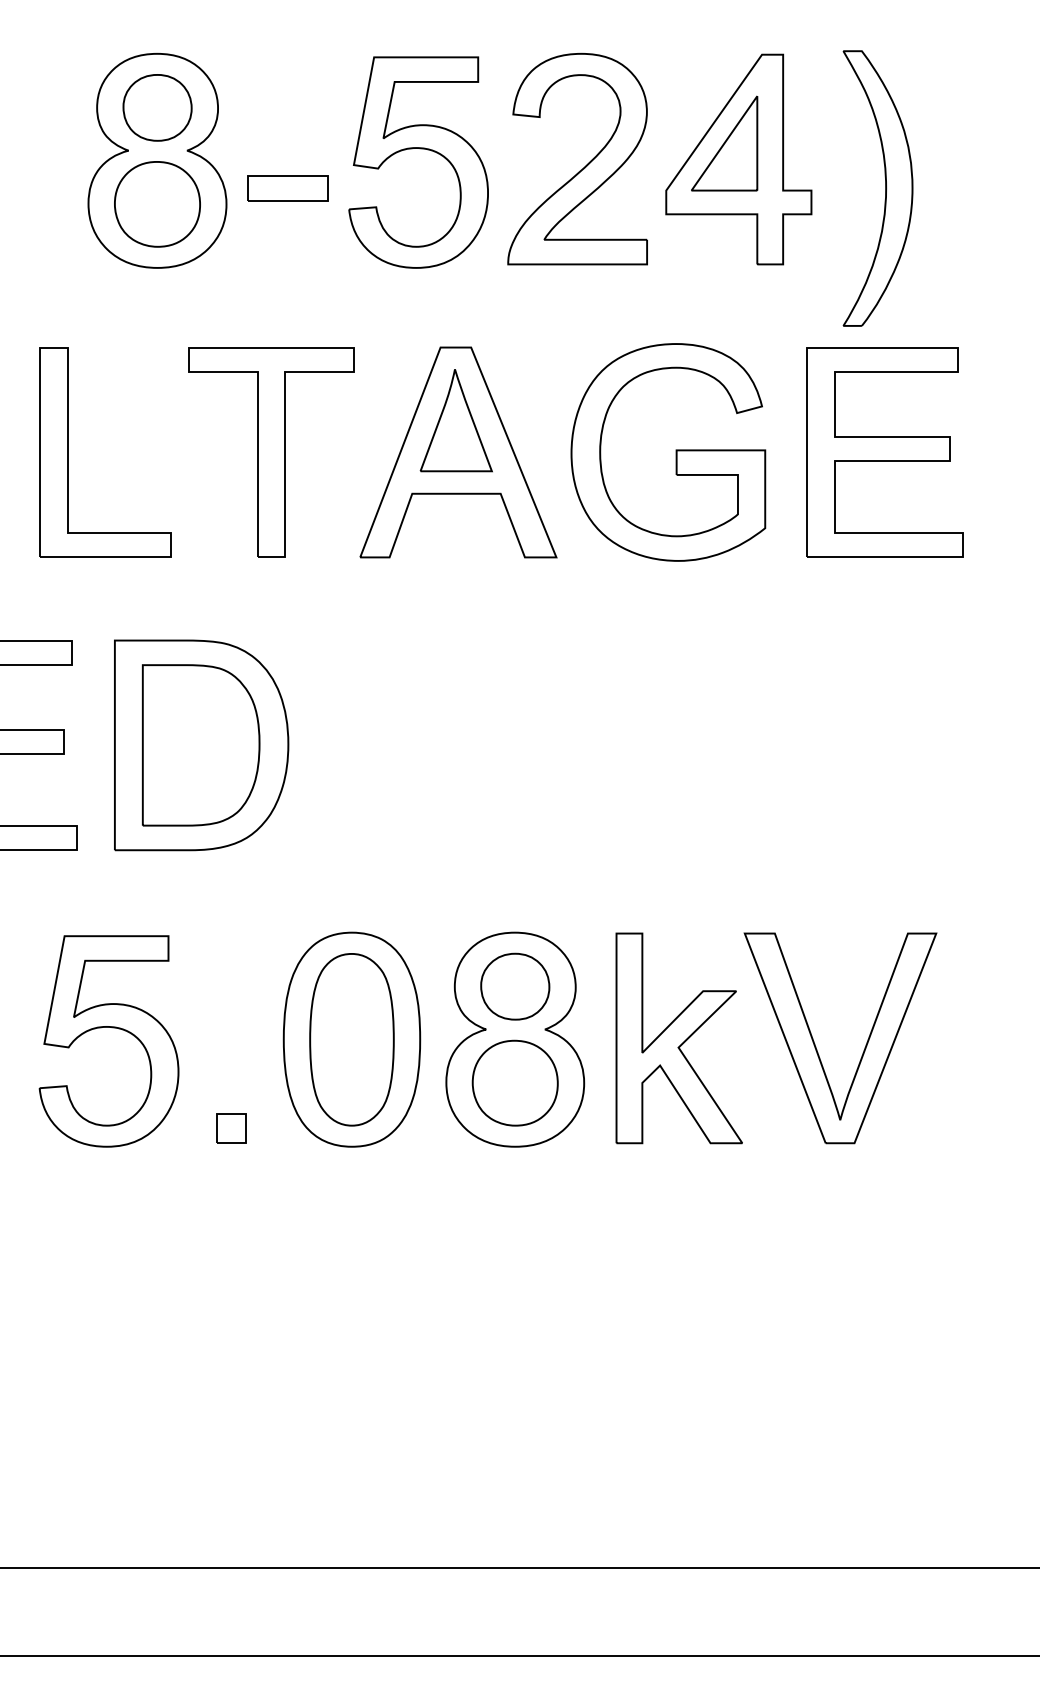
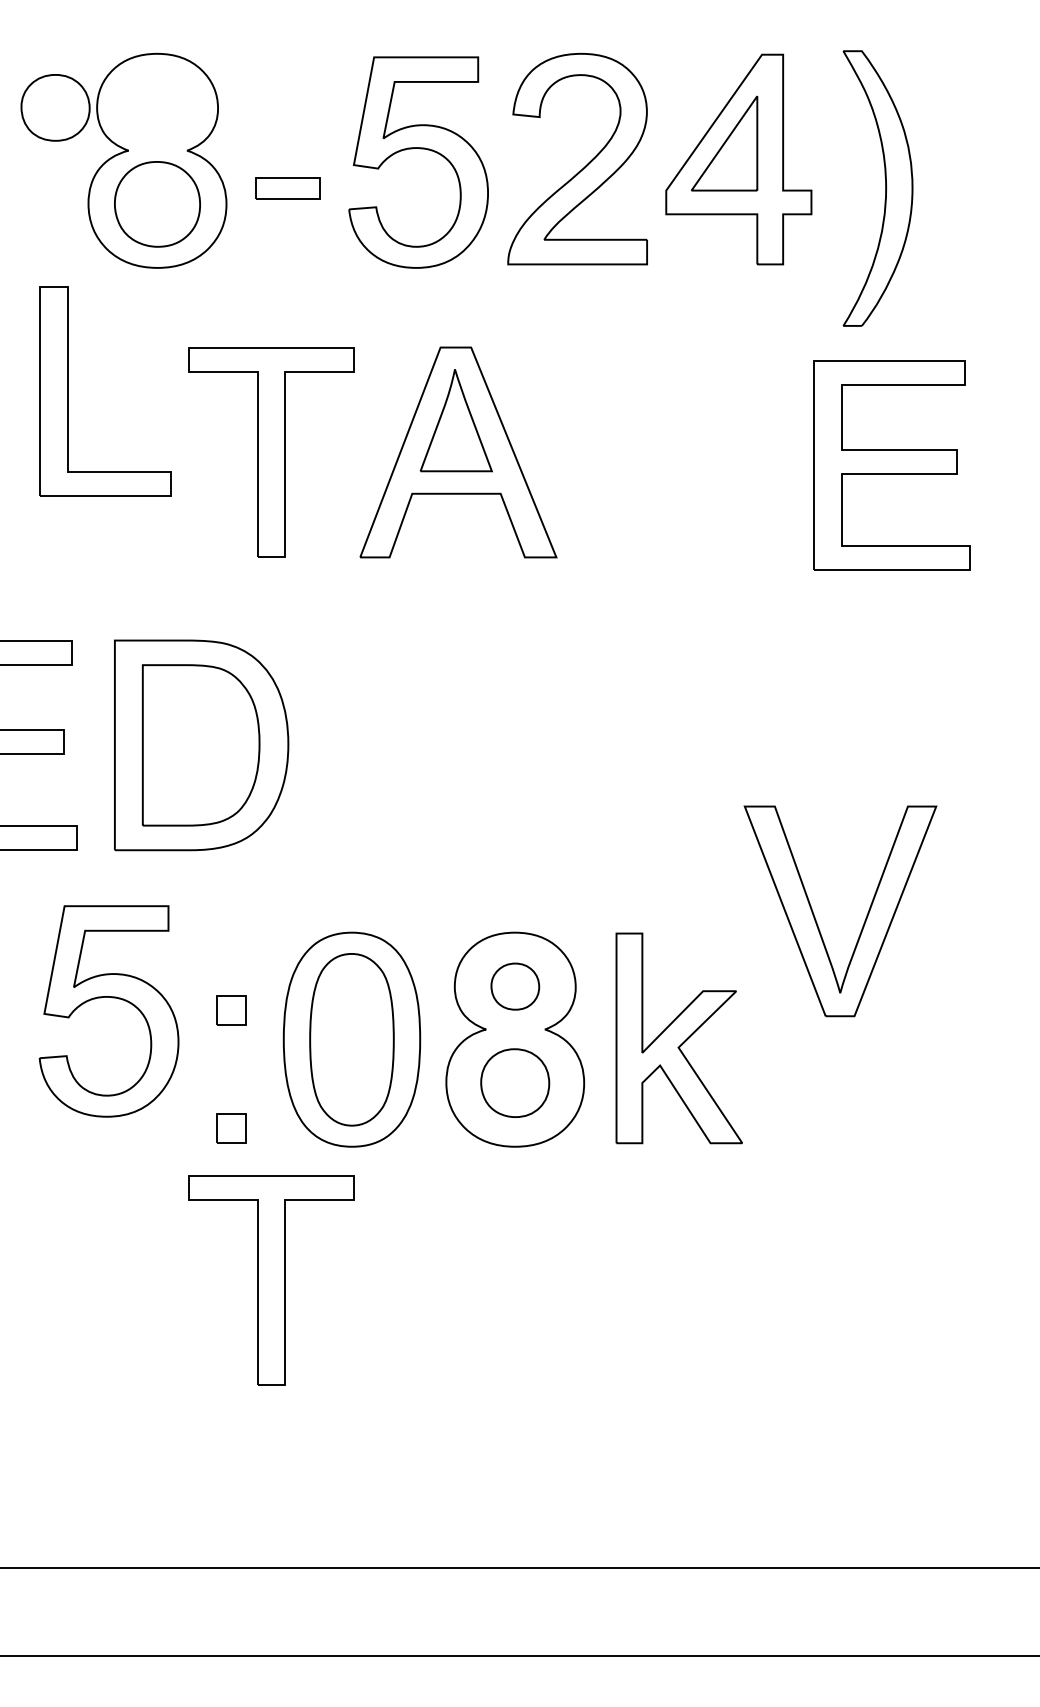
part at (157, 107) position: (157, 107) -> (55, 107)
part at (287, 188) size: 82x27 px -> 66x23 px
part at (68, 452) position: (68, 452) -> (68, 391)
part at (675, 452): present -> none
part at (884, 452) position: (884, 452) -> (891, 465)
part at (515, 986) size: 71x69 px -> 51x49 px
part at (231, 1010): none -> present
part at (112, 1028) position: (112, 1028) -> (112, 998)
part at (816, 1046) position: (816, 1046) -> (816, 919)
part at (514, 1082) size: 88x88 px -> 71x70 px
part at (271, 1280): none -> present
